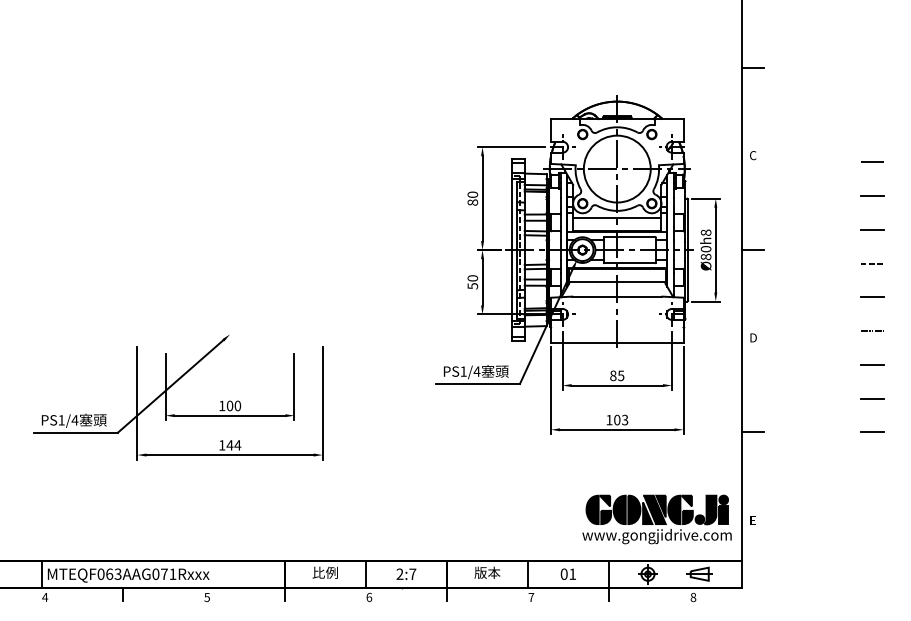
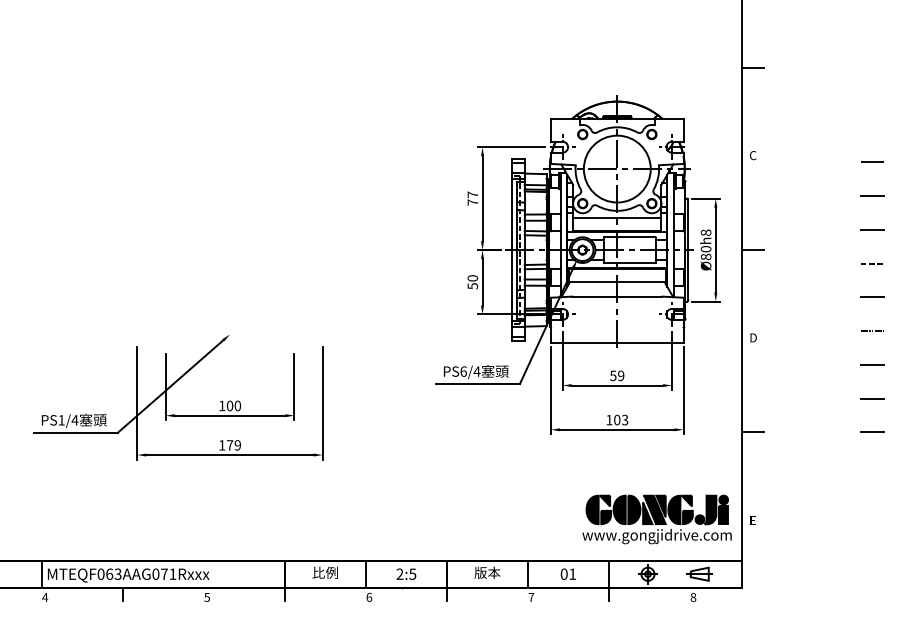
text at (472, 198): 80 -> 77
text at (463, 371): PS1/4 -> PS6/4
text at (617, 375): 85 -> 59
text at (233, 445): 144 -> 179
text at (412, 573): 2:7 -> 2:5
